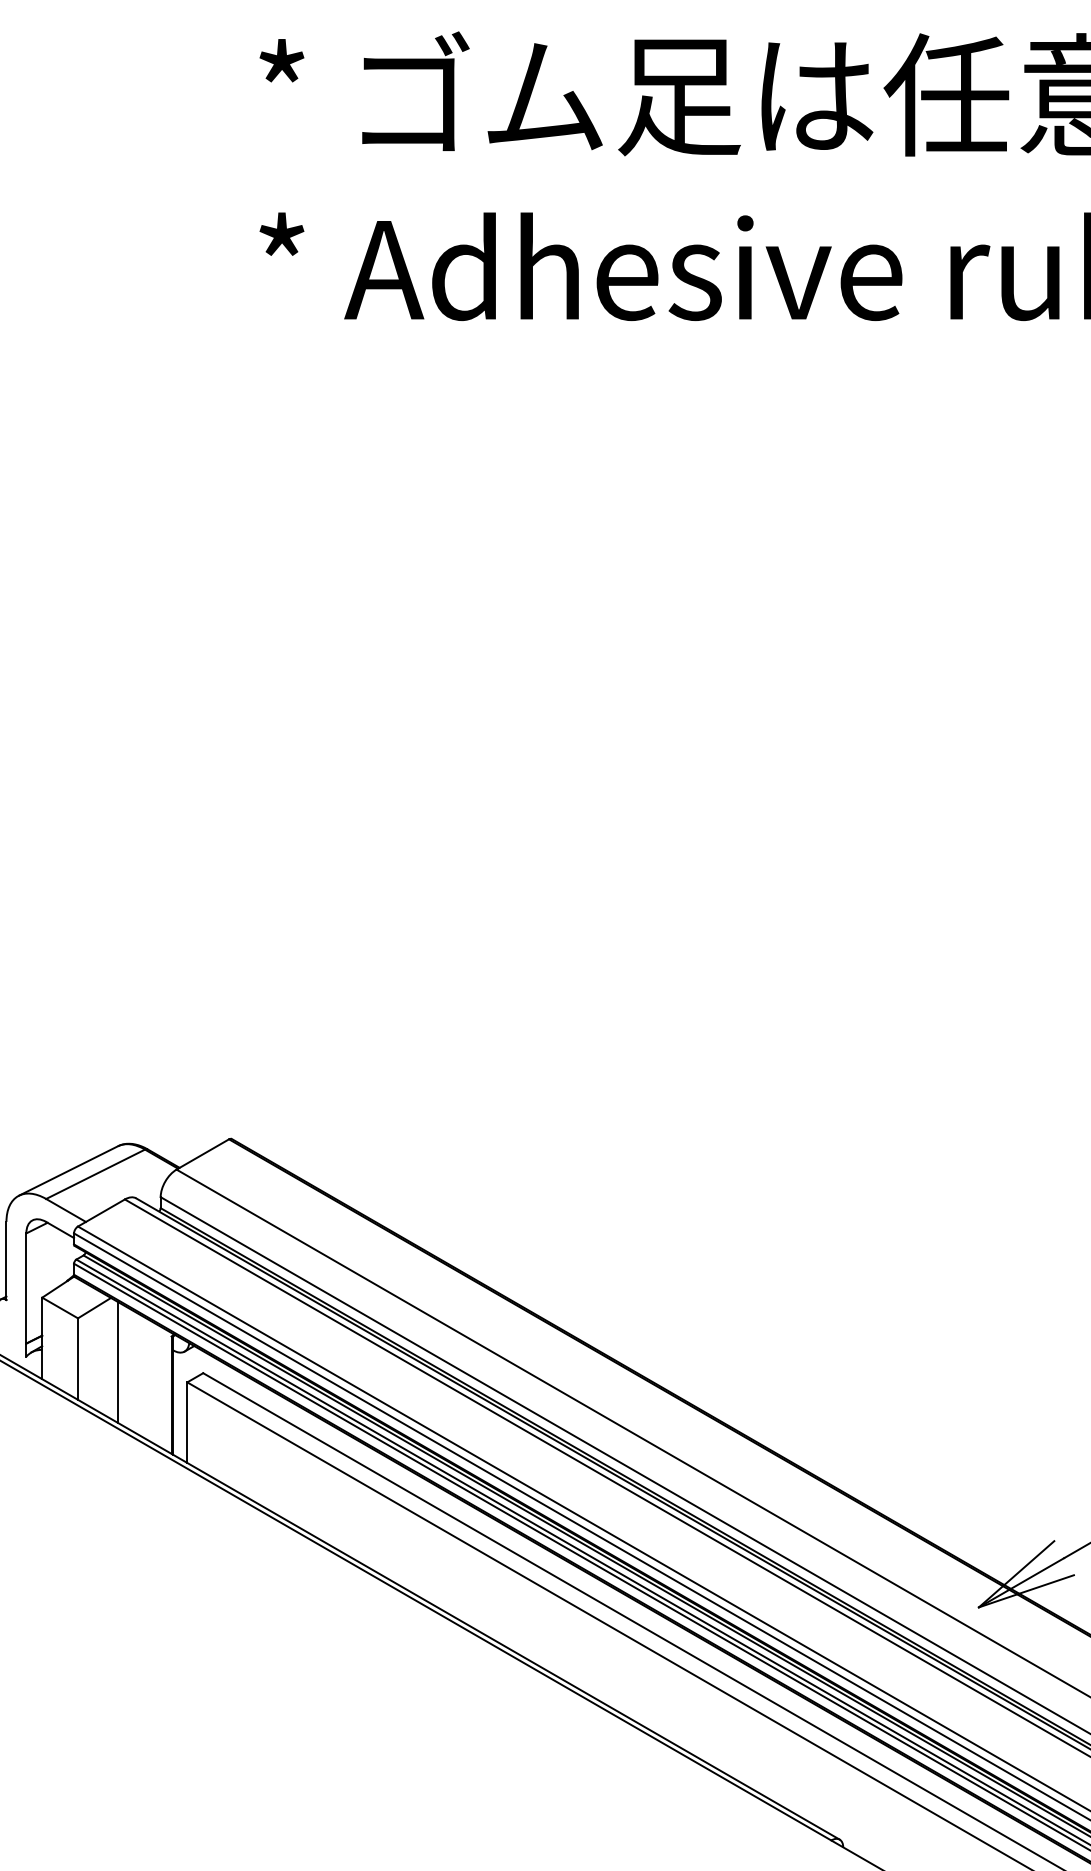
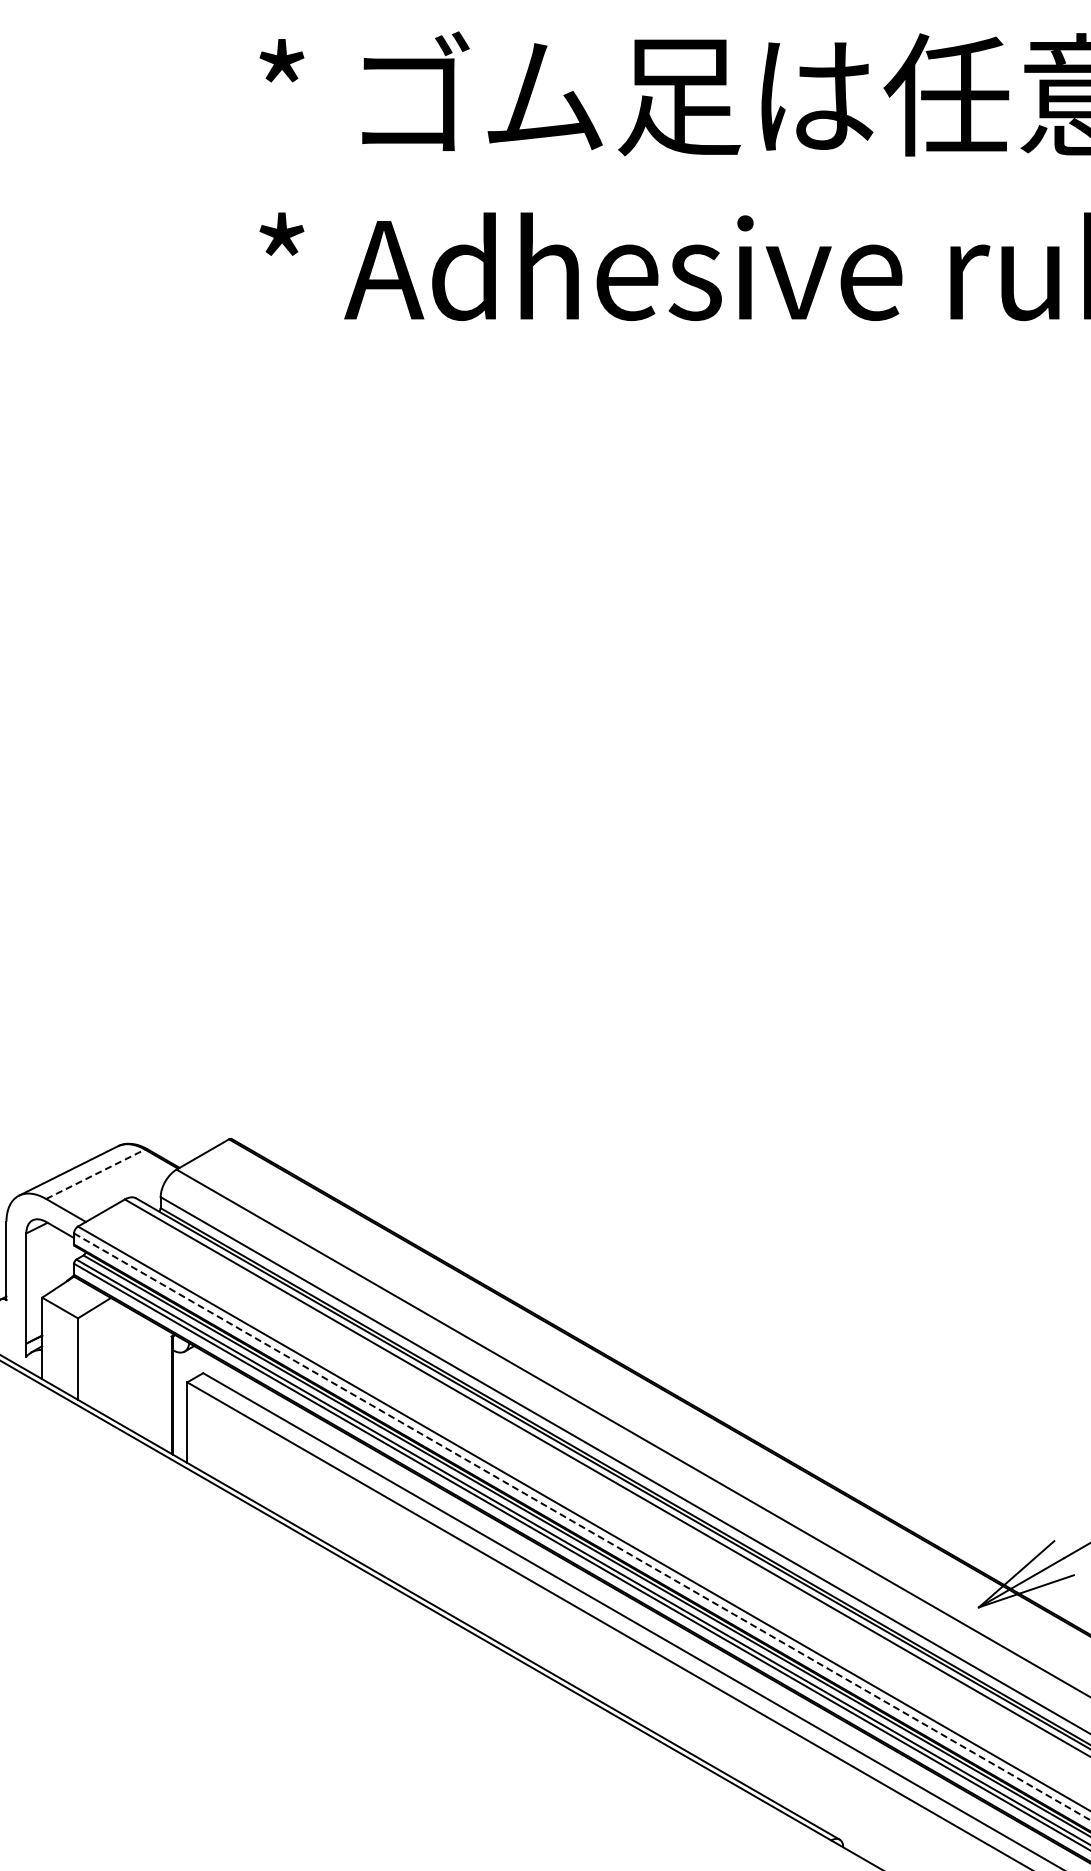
line at (96, 1174): solid -> dashed
line at (117, 1361): present -> none
line at (582, 1526): solid -> dashed
